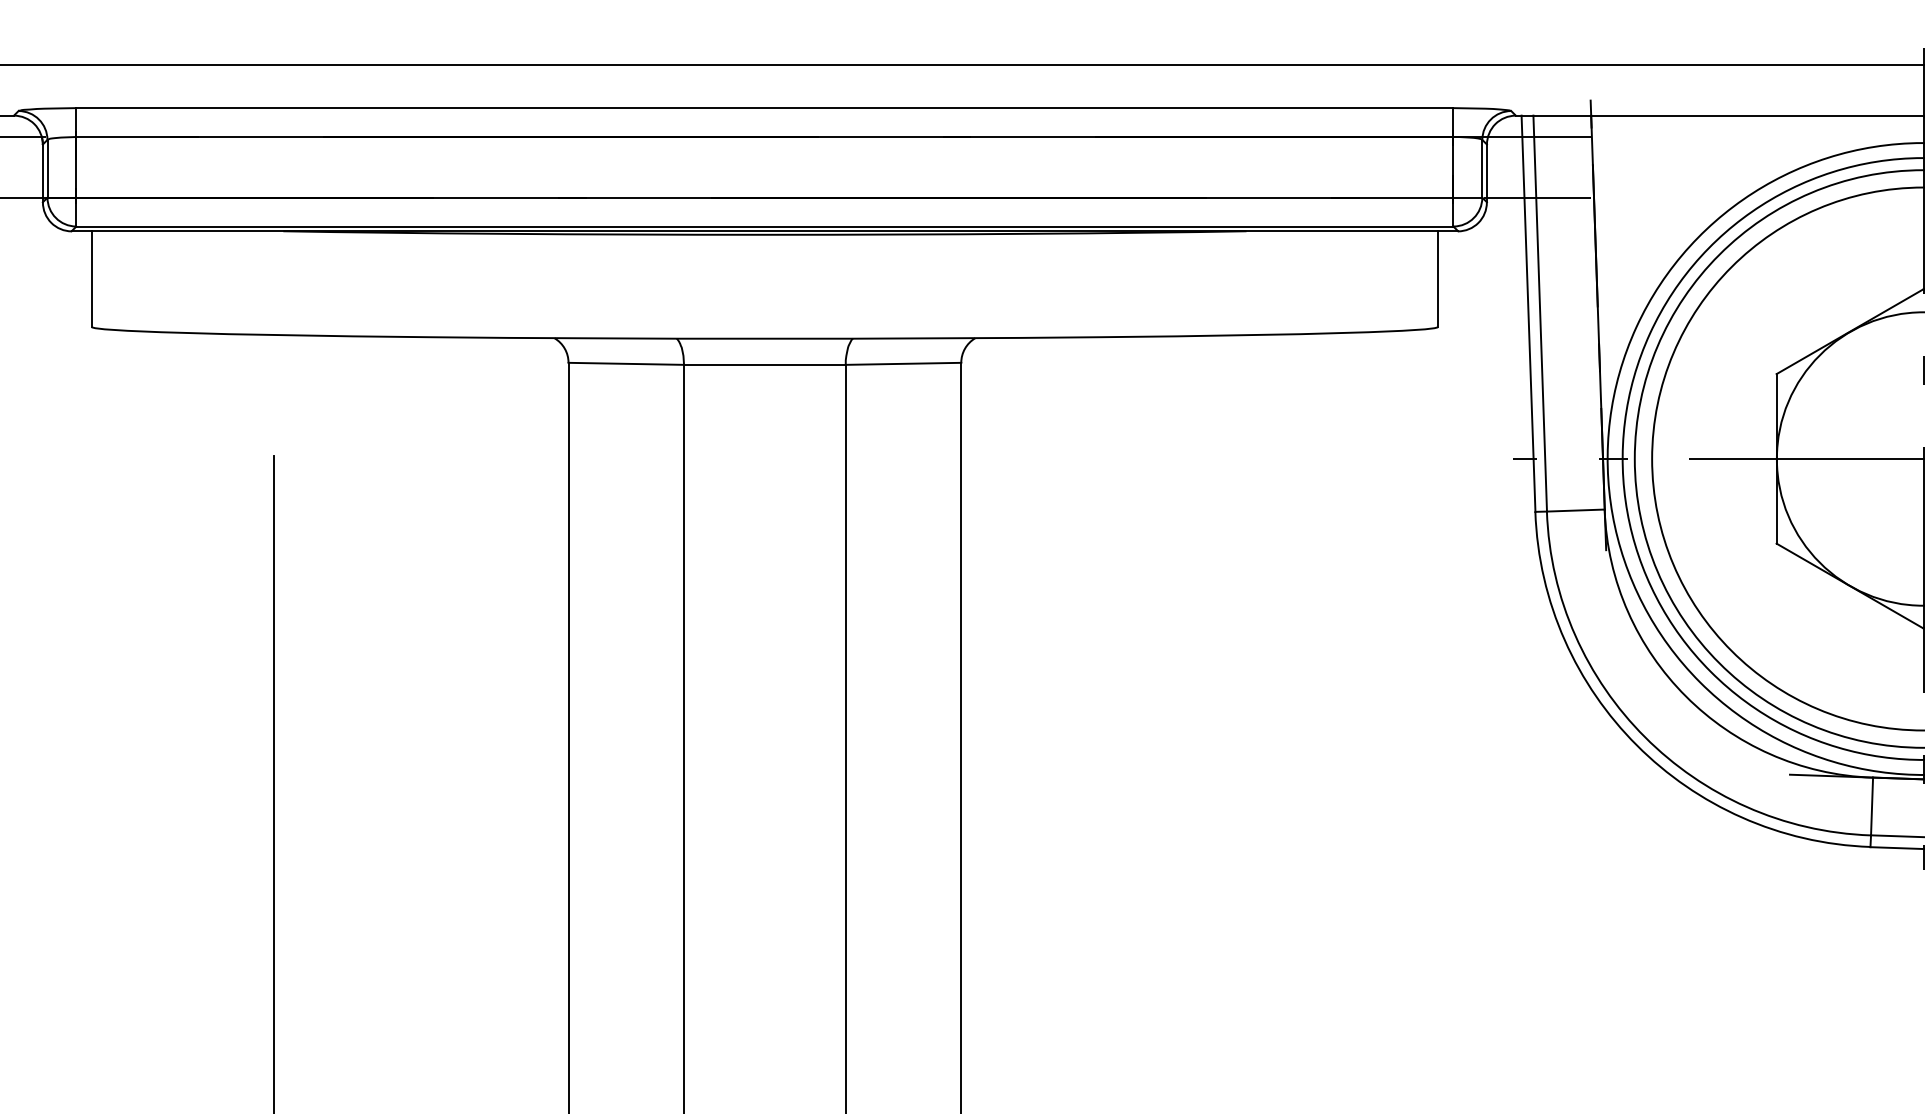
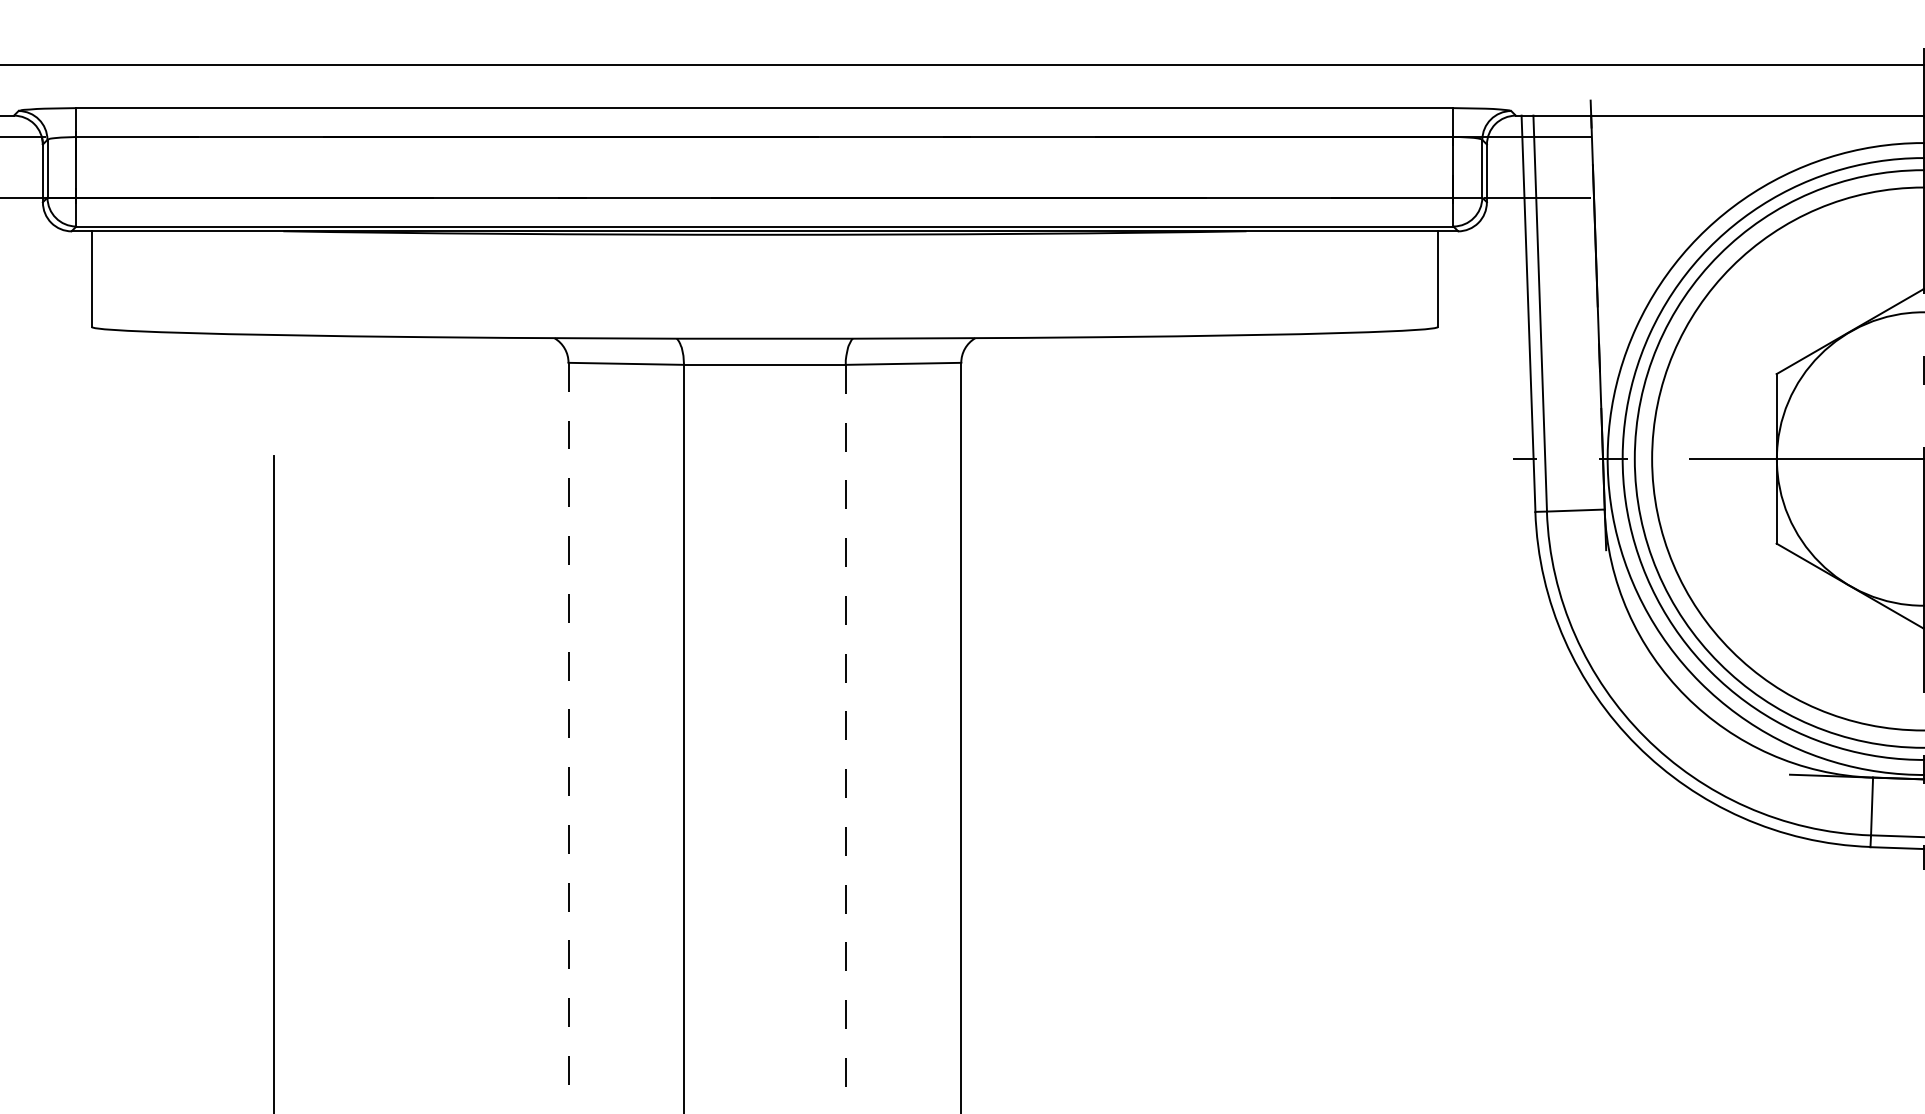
line at (568, 738): solid -> dashed
line at (845, 739): solid -> dashed
